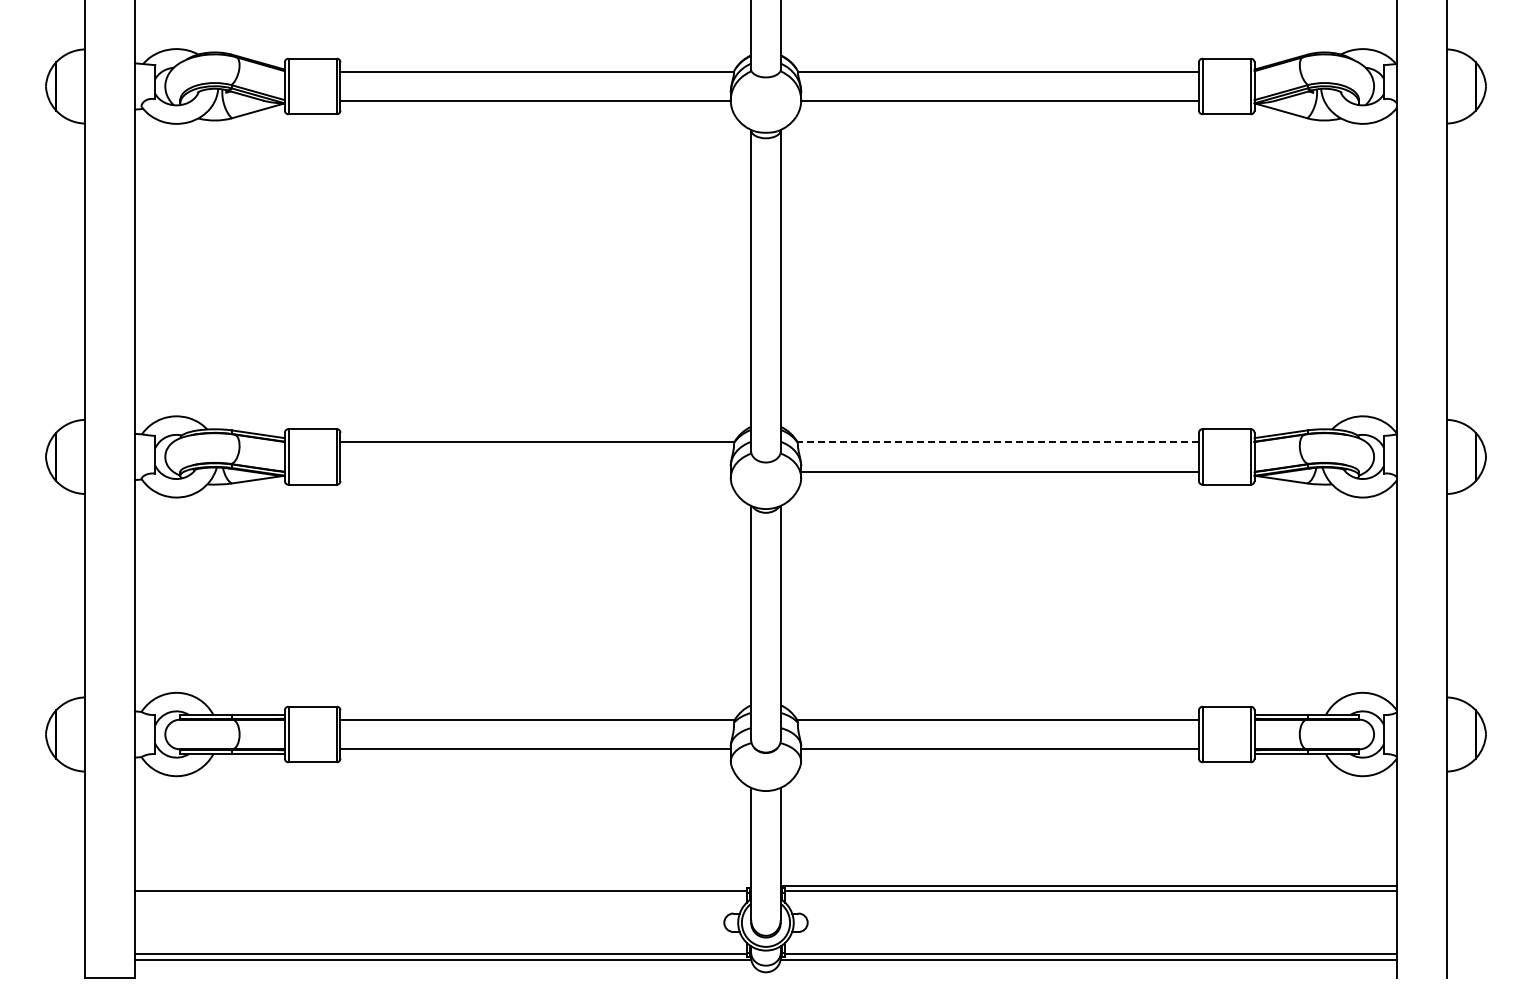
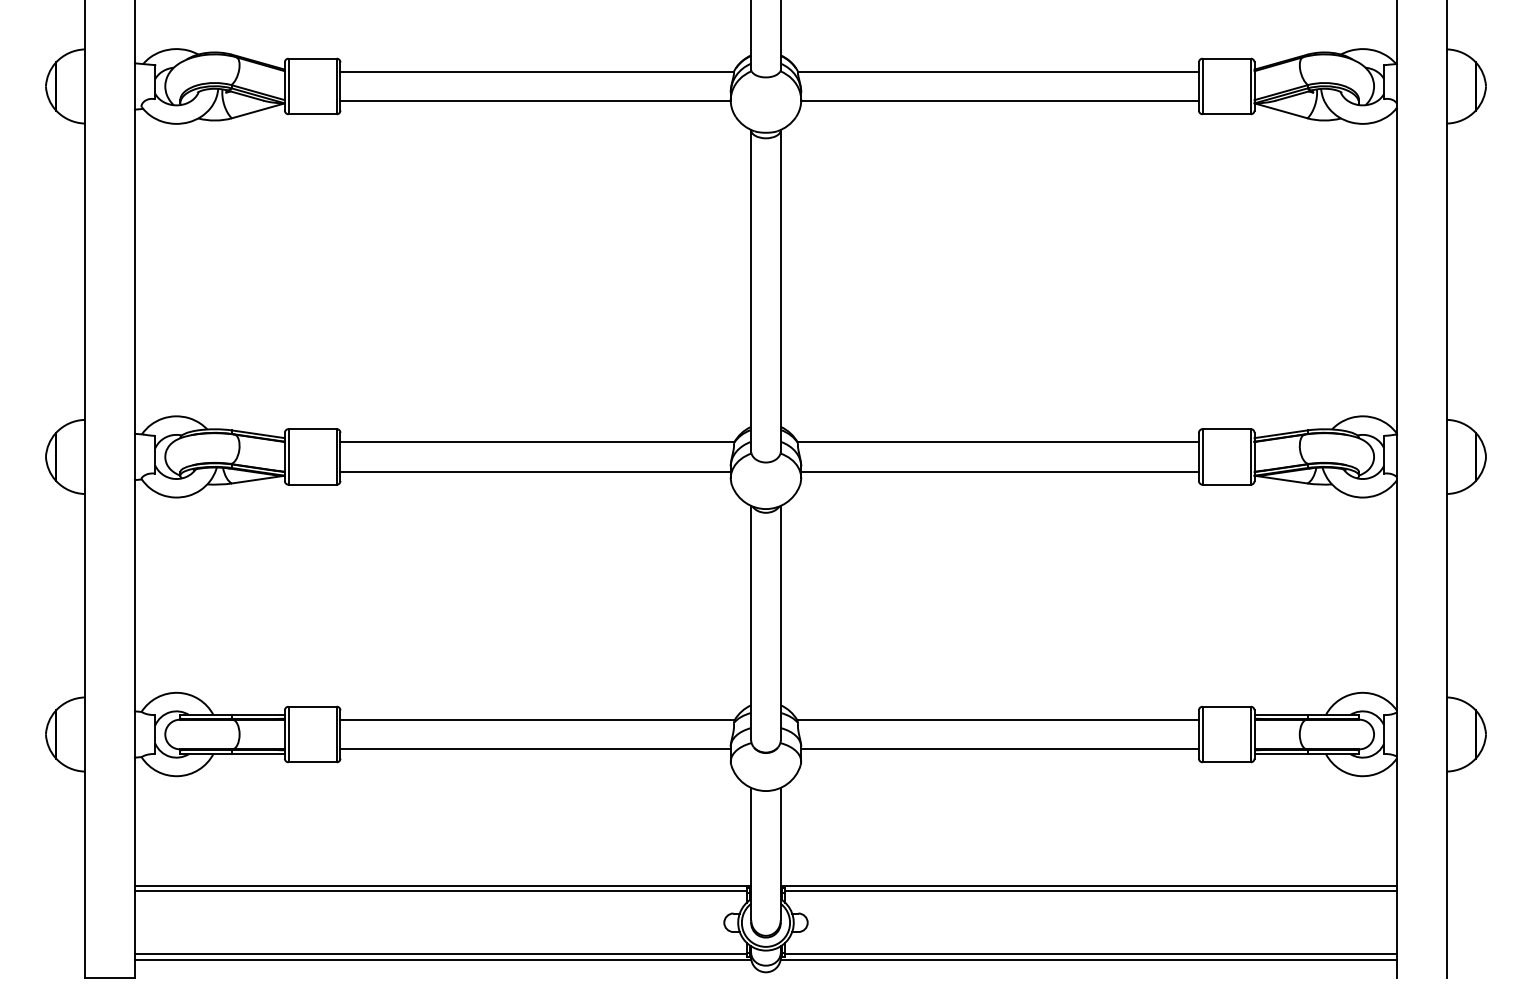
line at (998, 442): dashed -> solid
line at (535, 471): none -> present
line at (442, 885): none -> present
